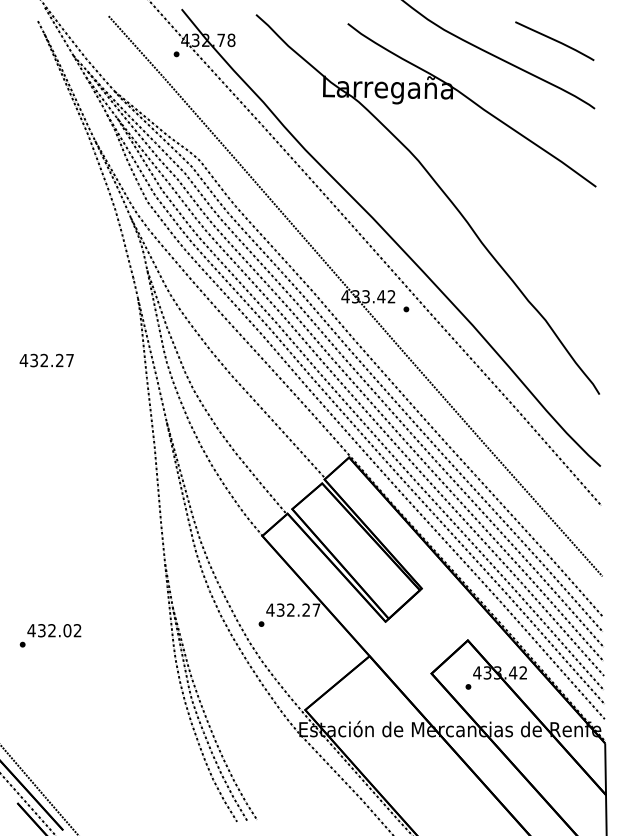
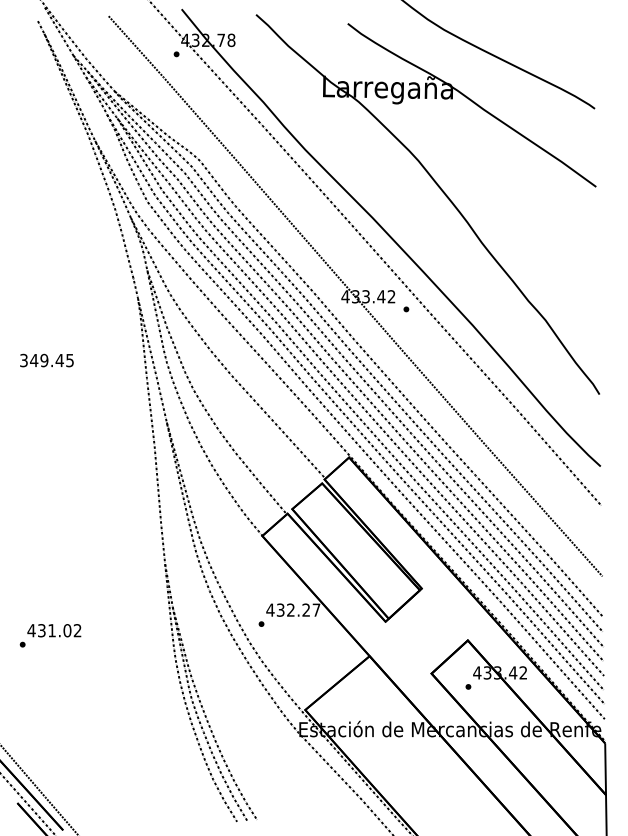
curve at (554, 40): present -> none
text at (46, 360): 432.27 -> 349.45
text at (51, 630): 432.02 -> 431.02
